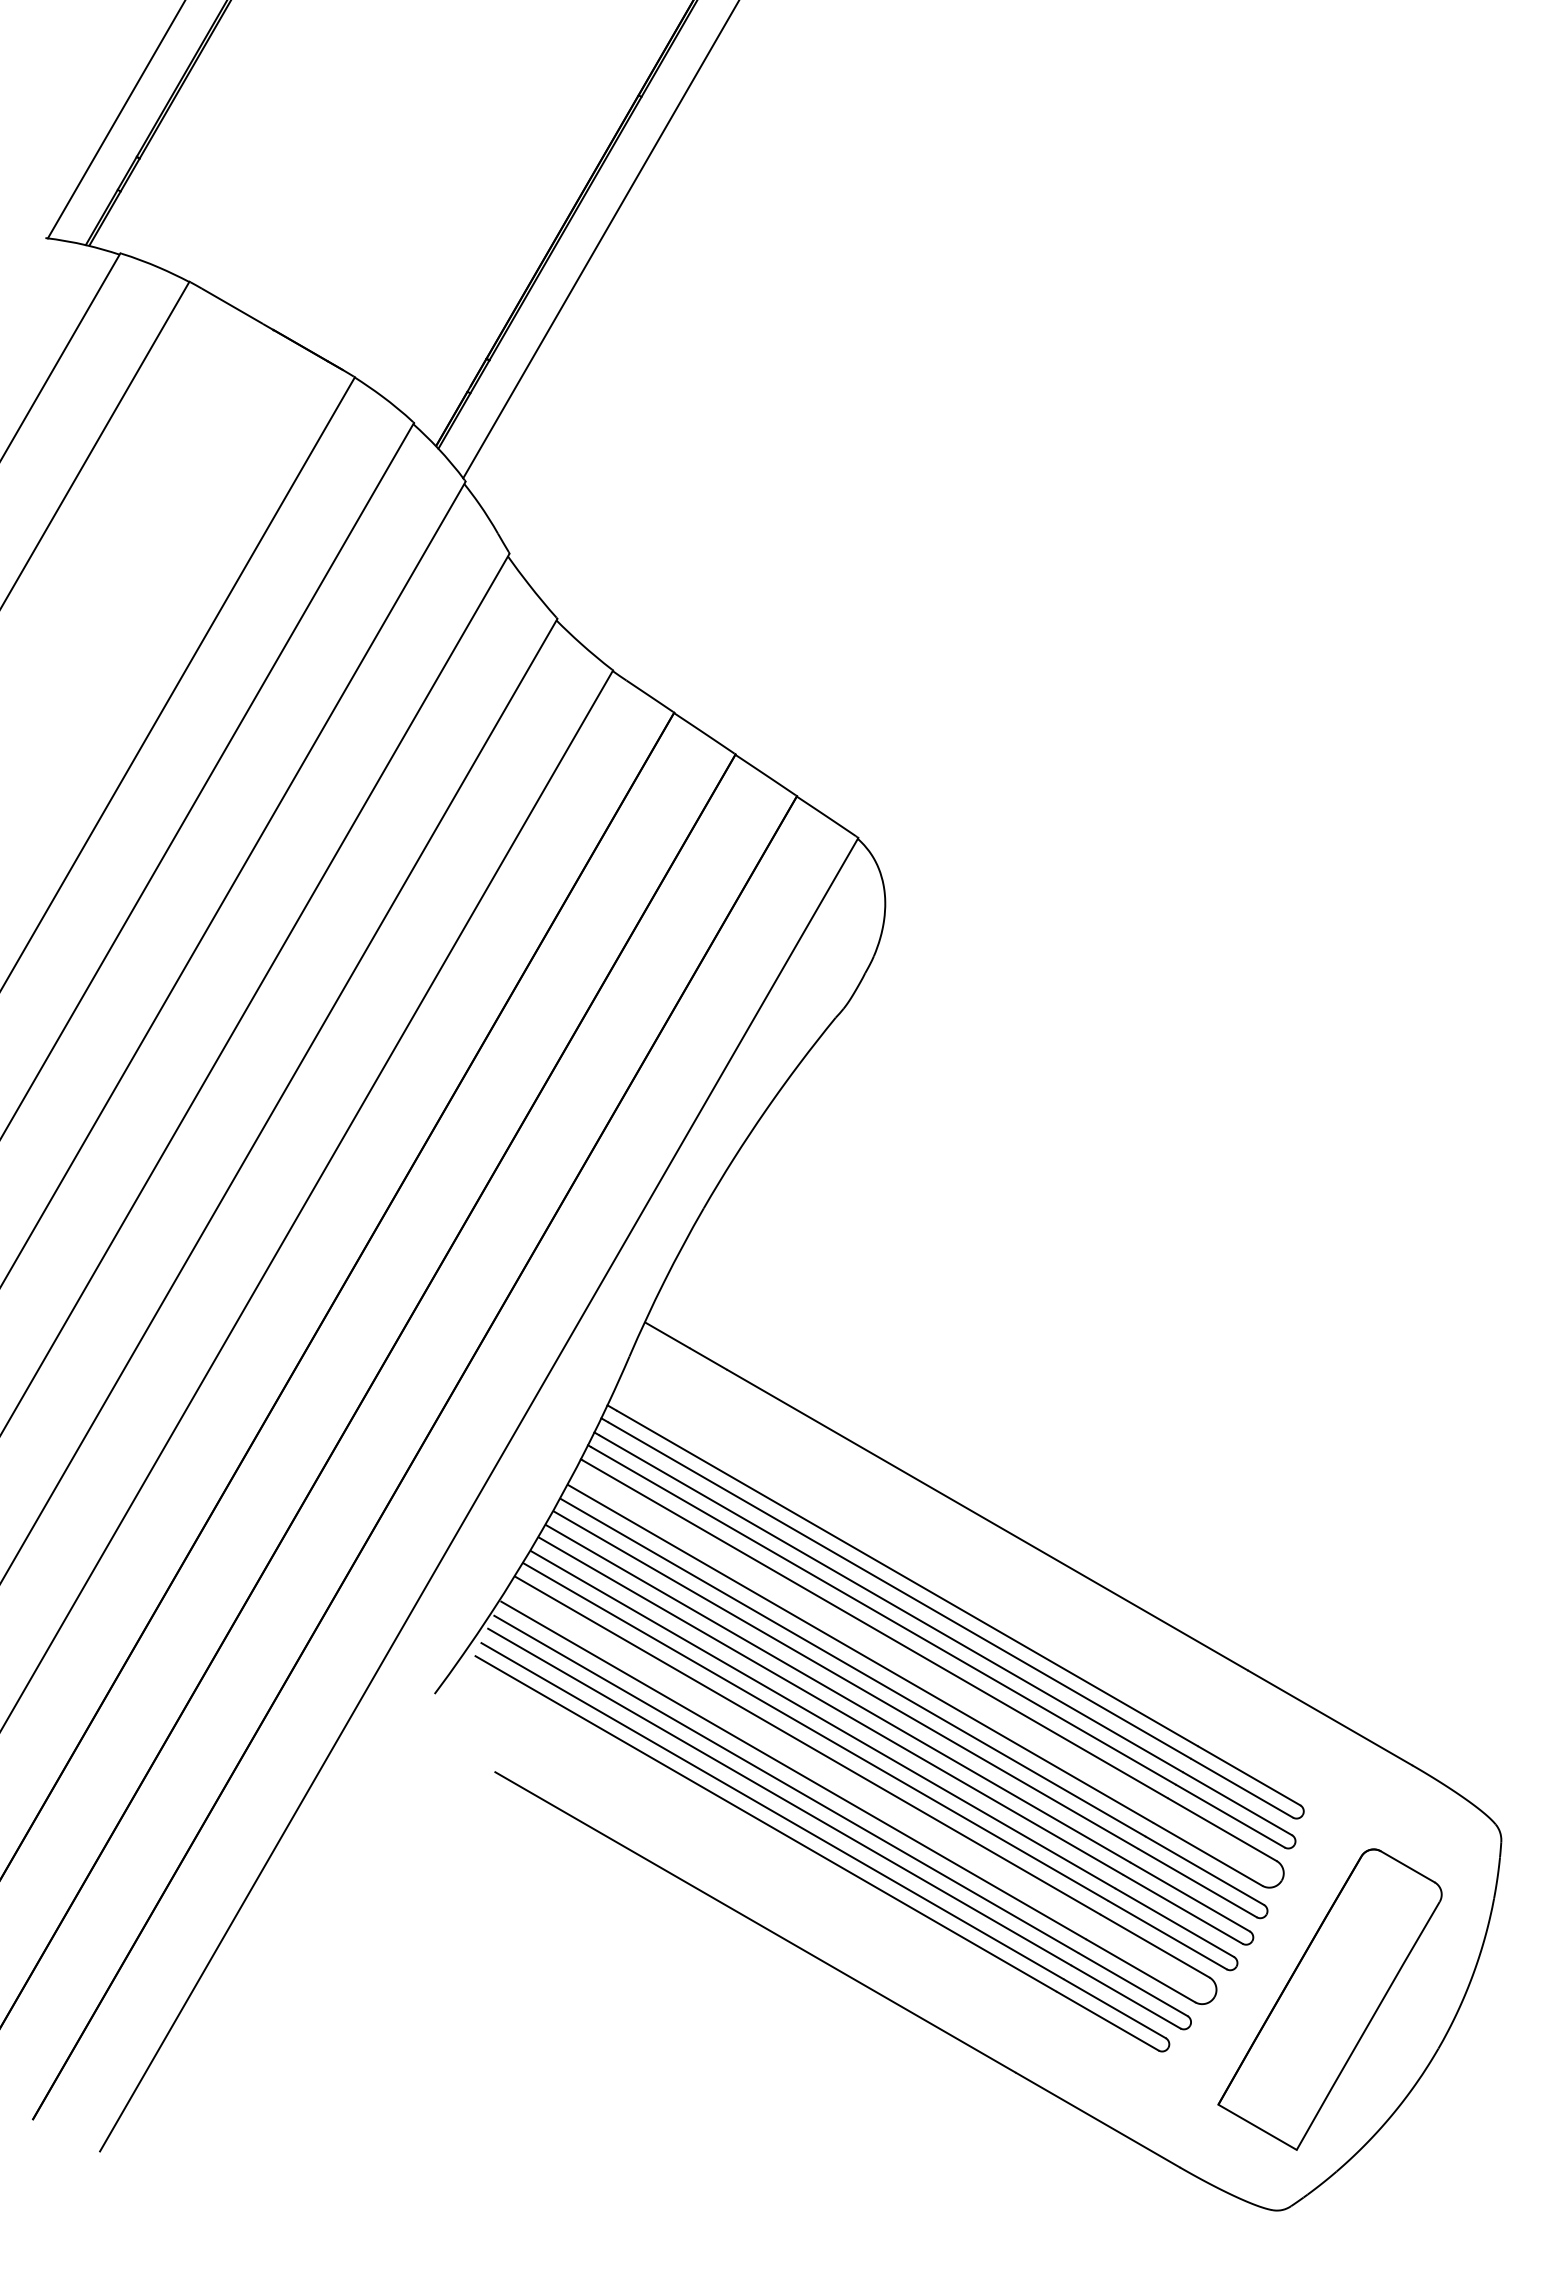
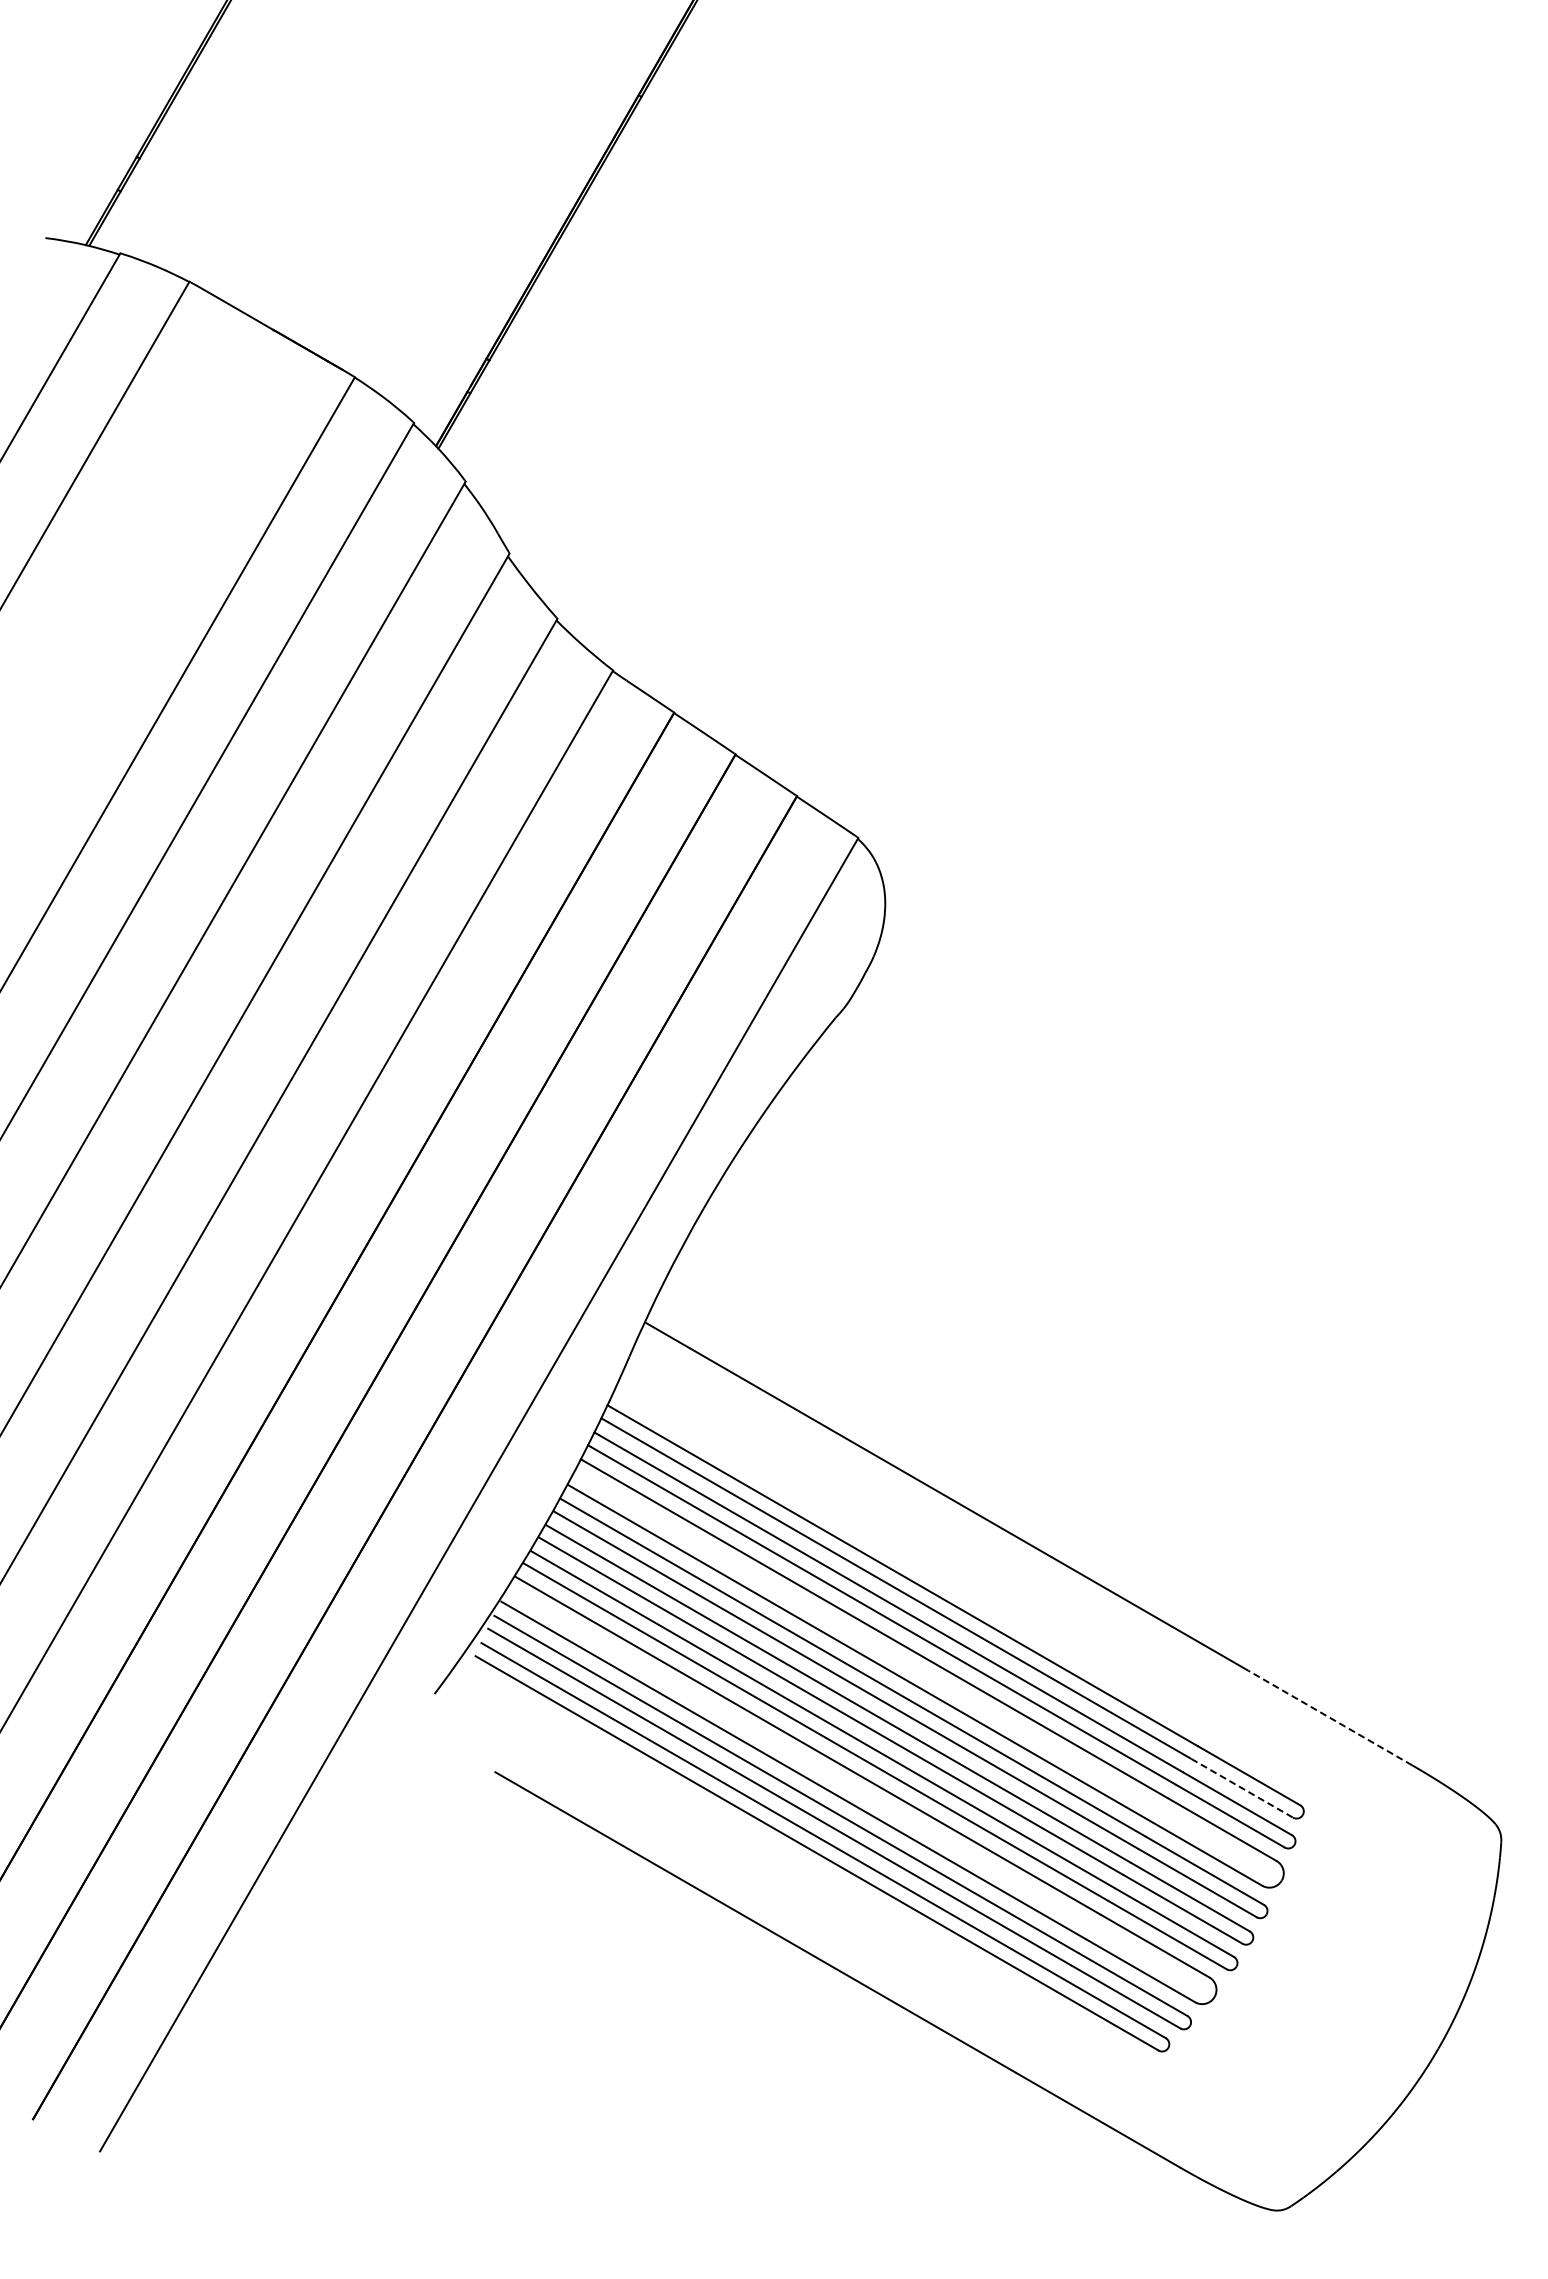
line at (115, 120): present -> none
line at (600, 240): present -> none
line at (1330, 1717): solid -> dashed
line at (1242, 1788): solid -> dashed
part at (1329, 1999): present -> none
